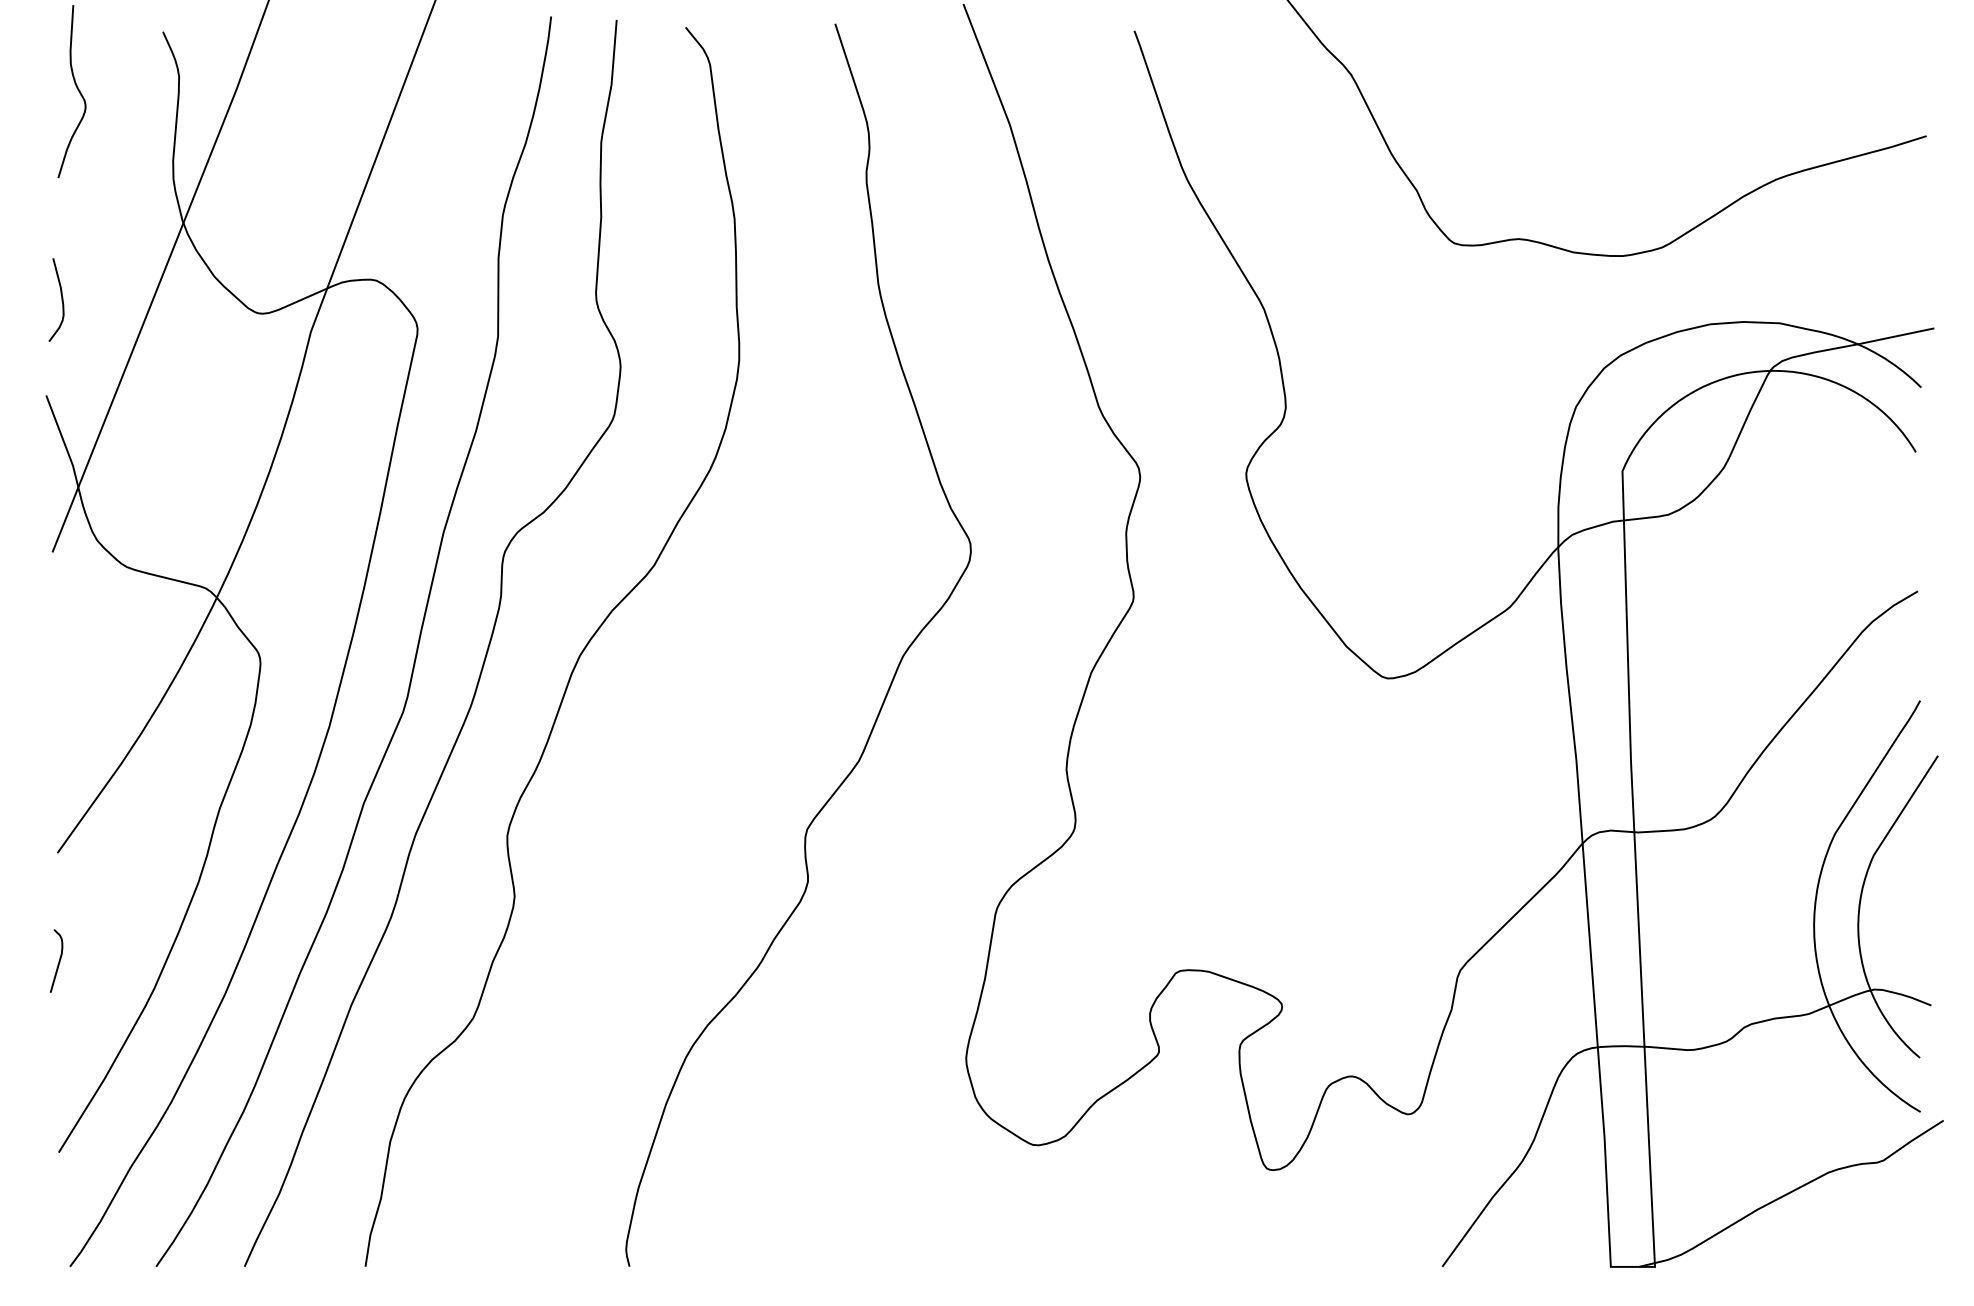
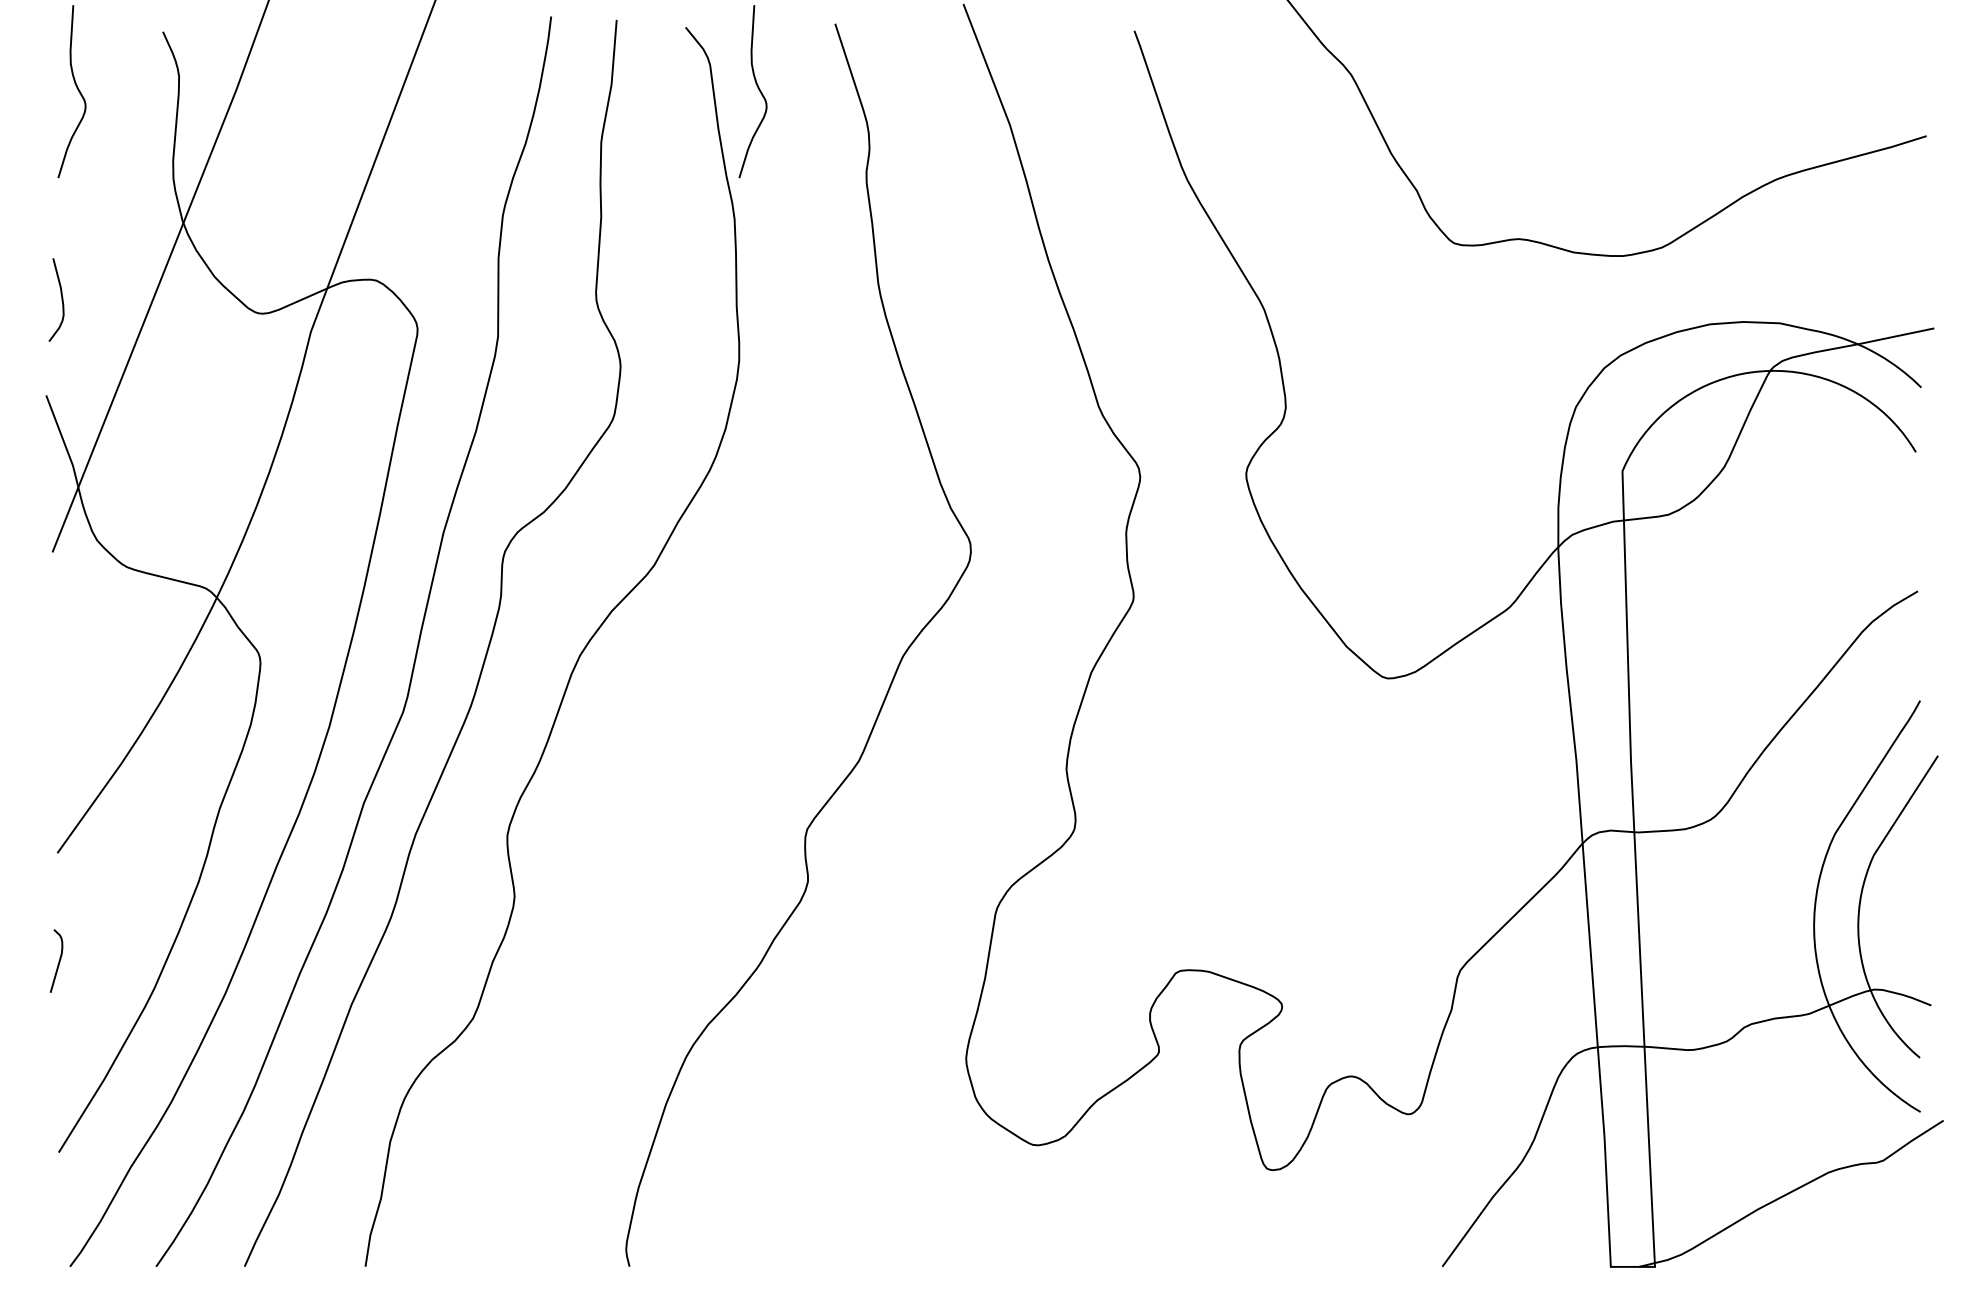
curve at (757, 88): none -> present
